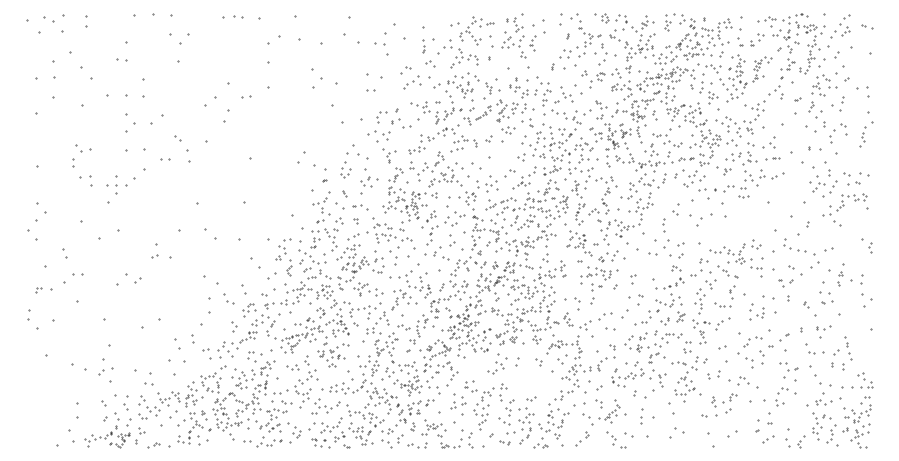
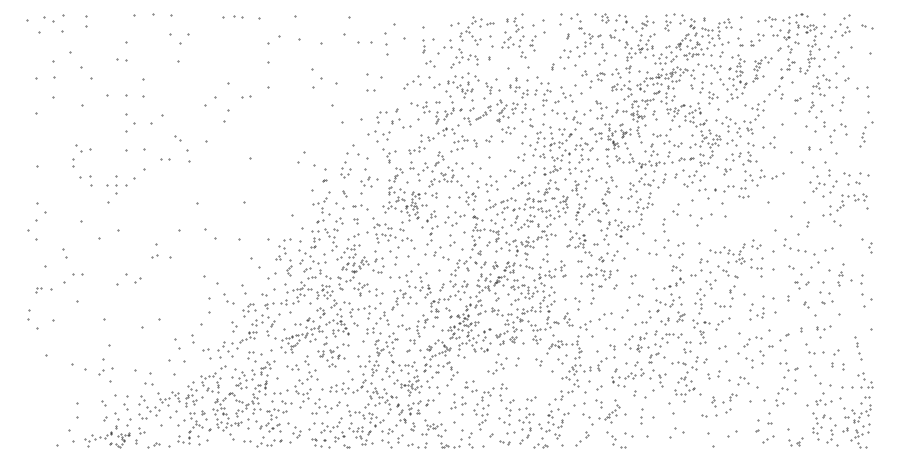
part at (379, 43) size: 12x4 px -> 18x5 px
part at (405, 70): present -> none
part at (772, 158): present -> none
part at (785, 283) position: (785, 283) -> (801, 285)
part at (848, 348) position: (848, 348) -> (858, 348)
part at (795, 441) size: 21x14 px -> 16x10 px
